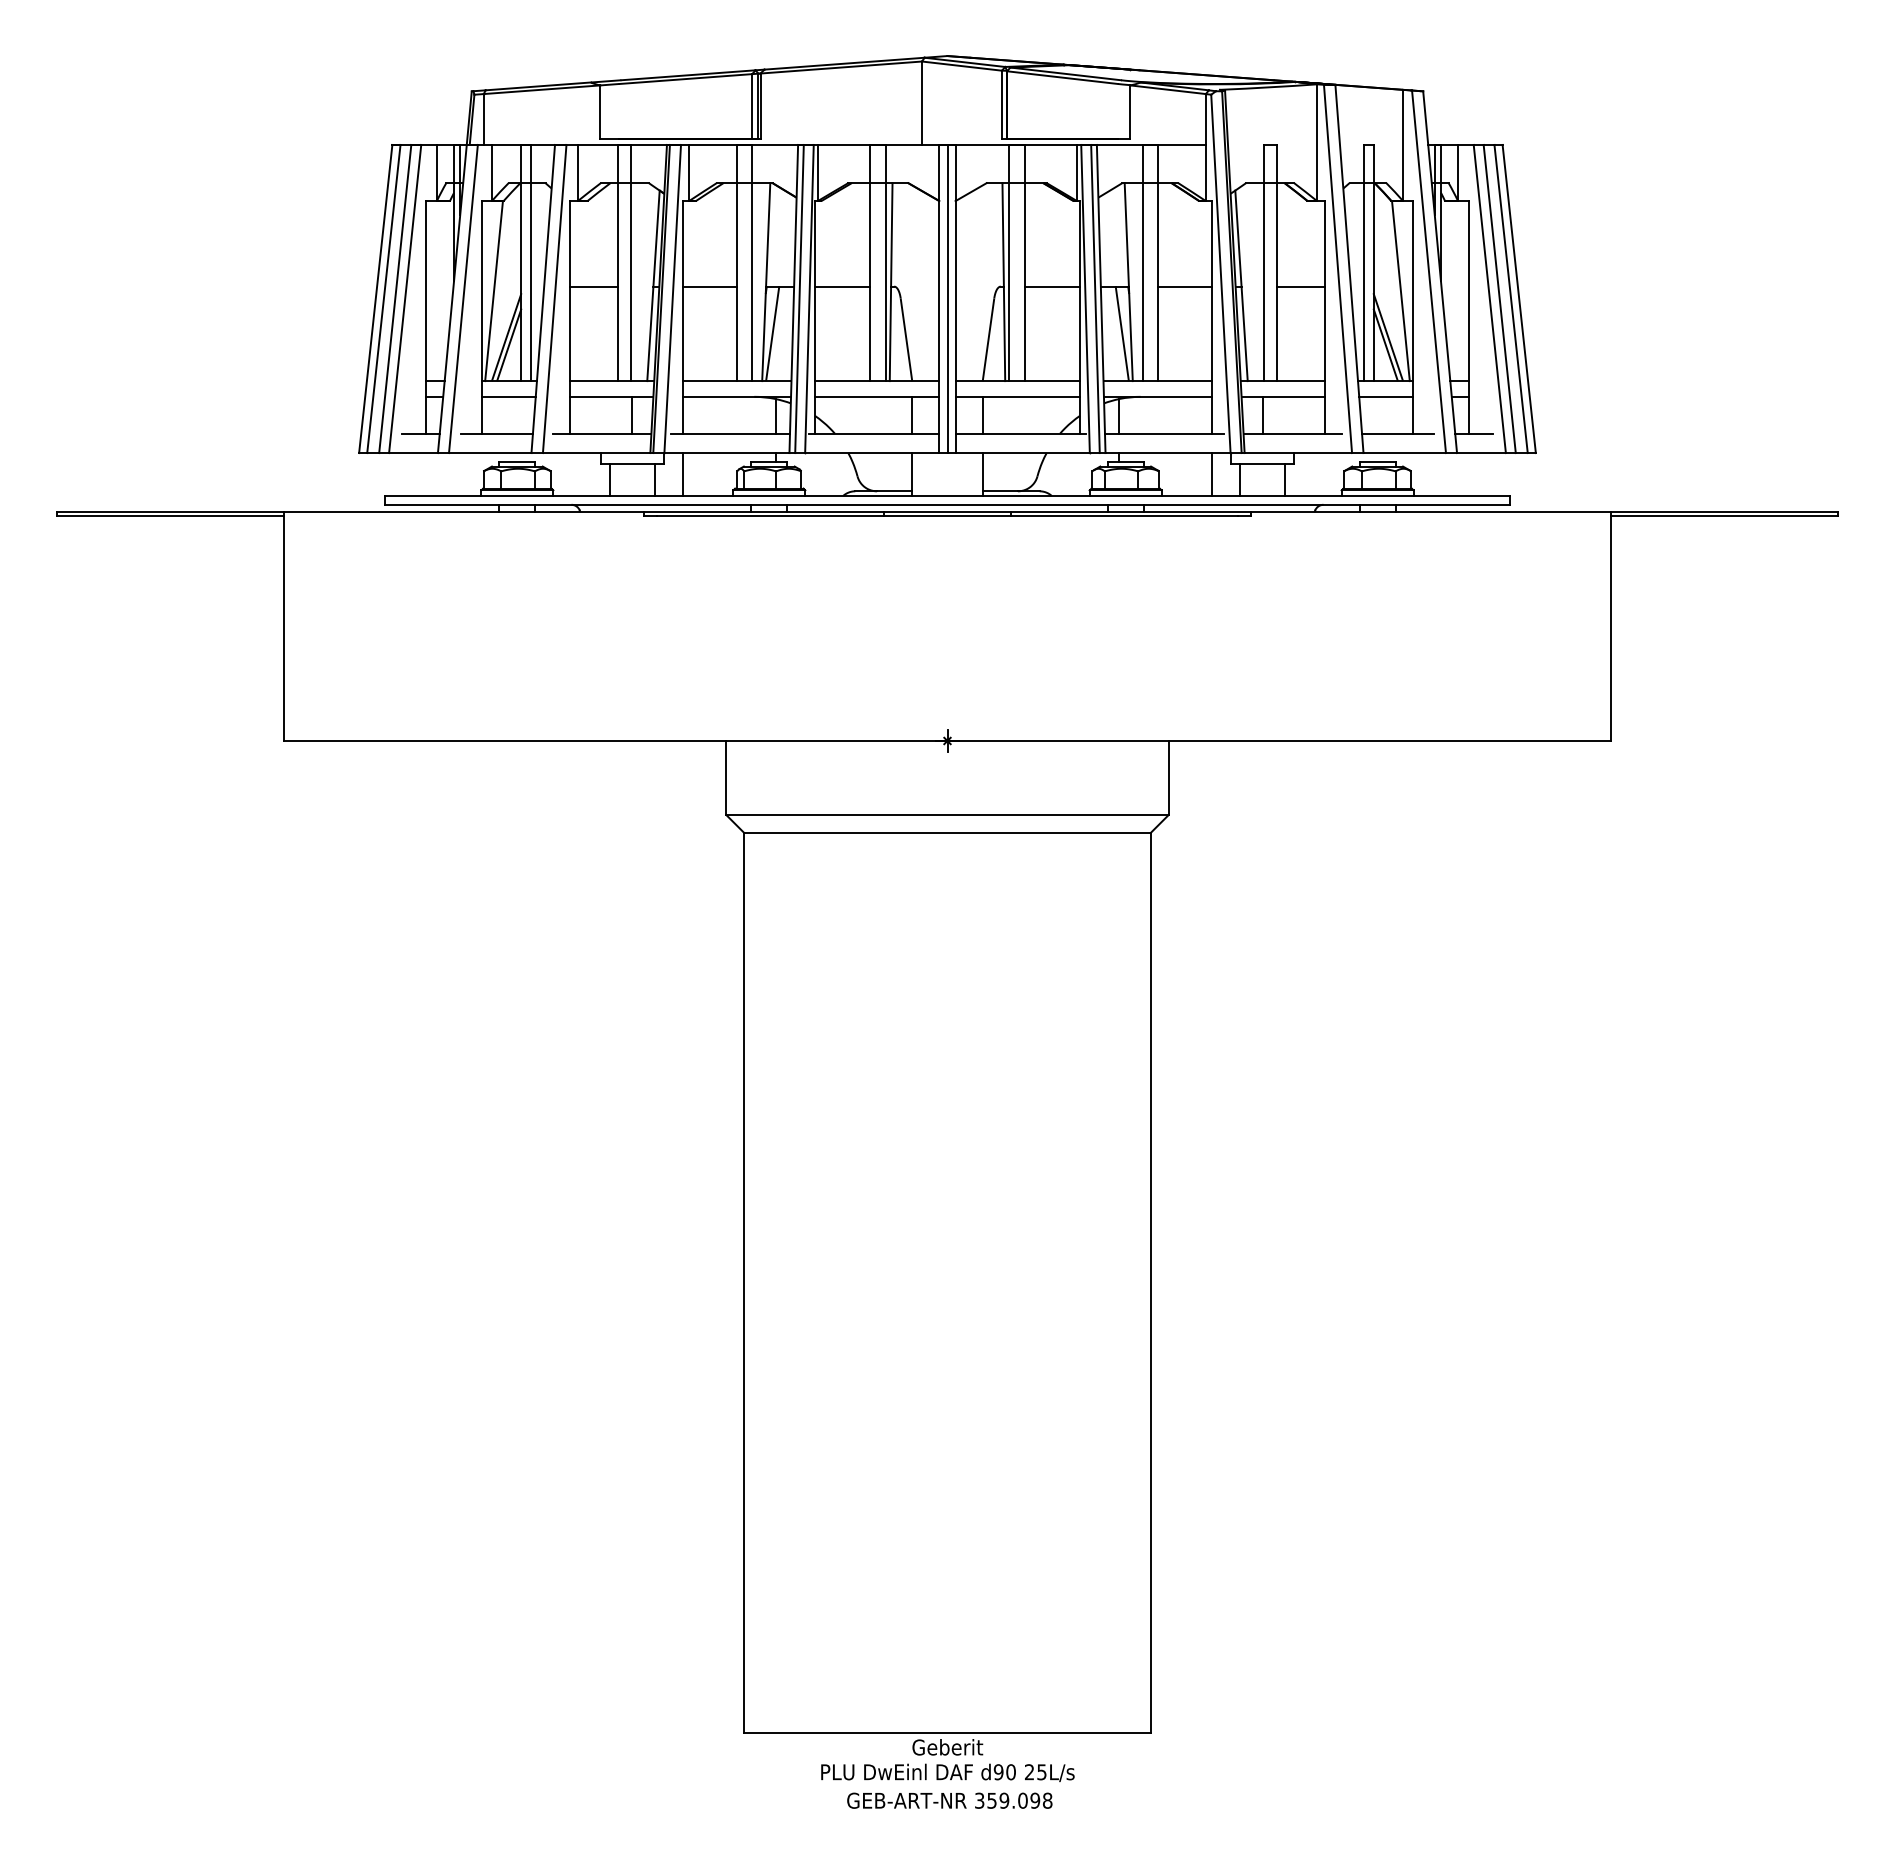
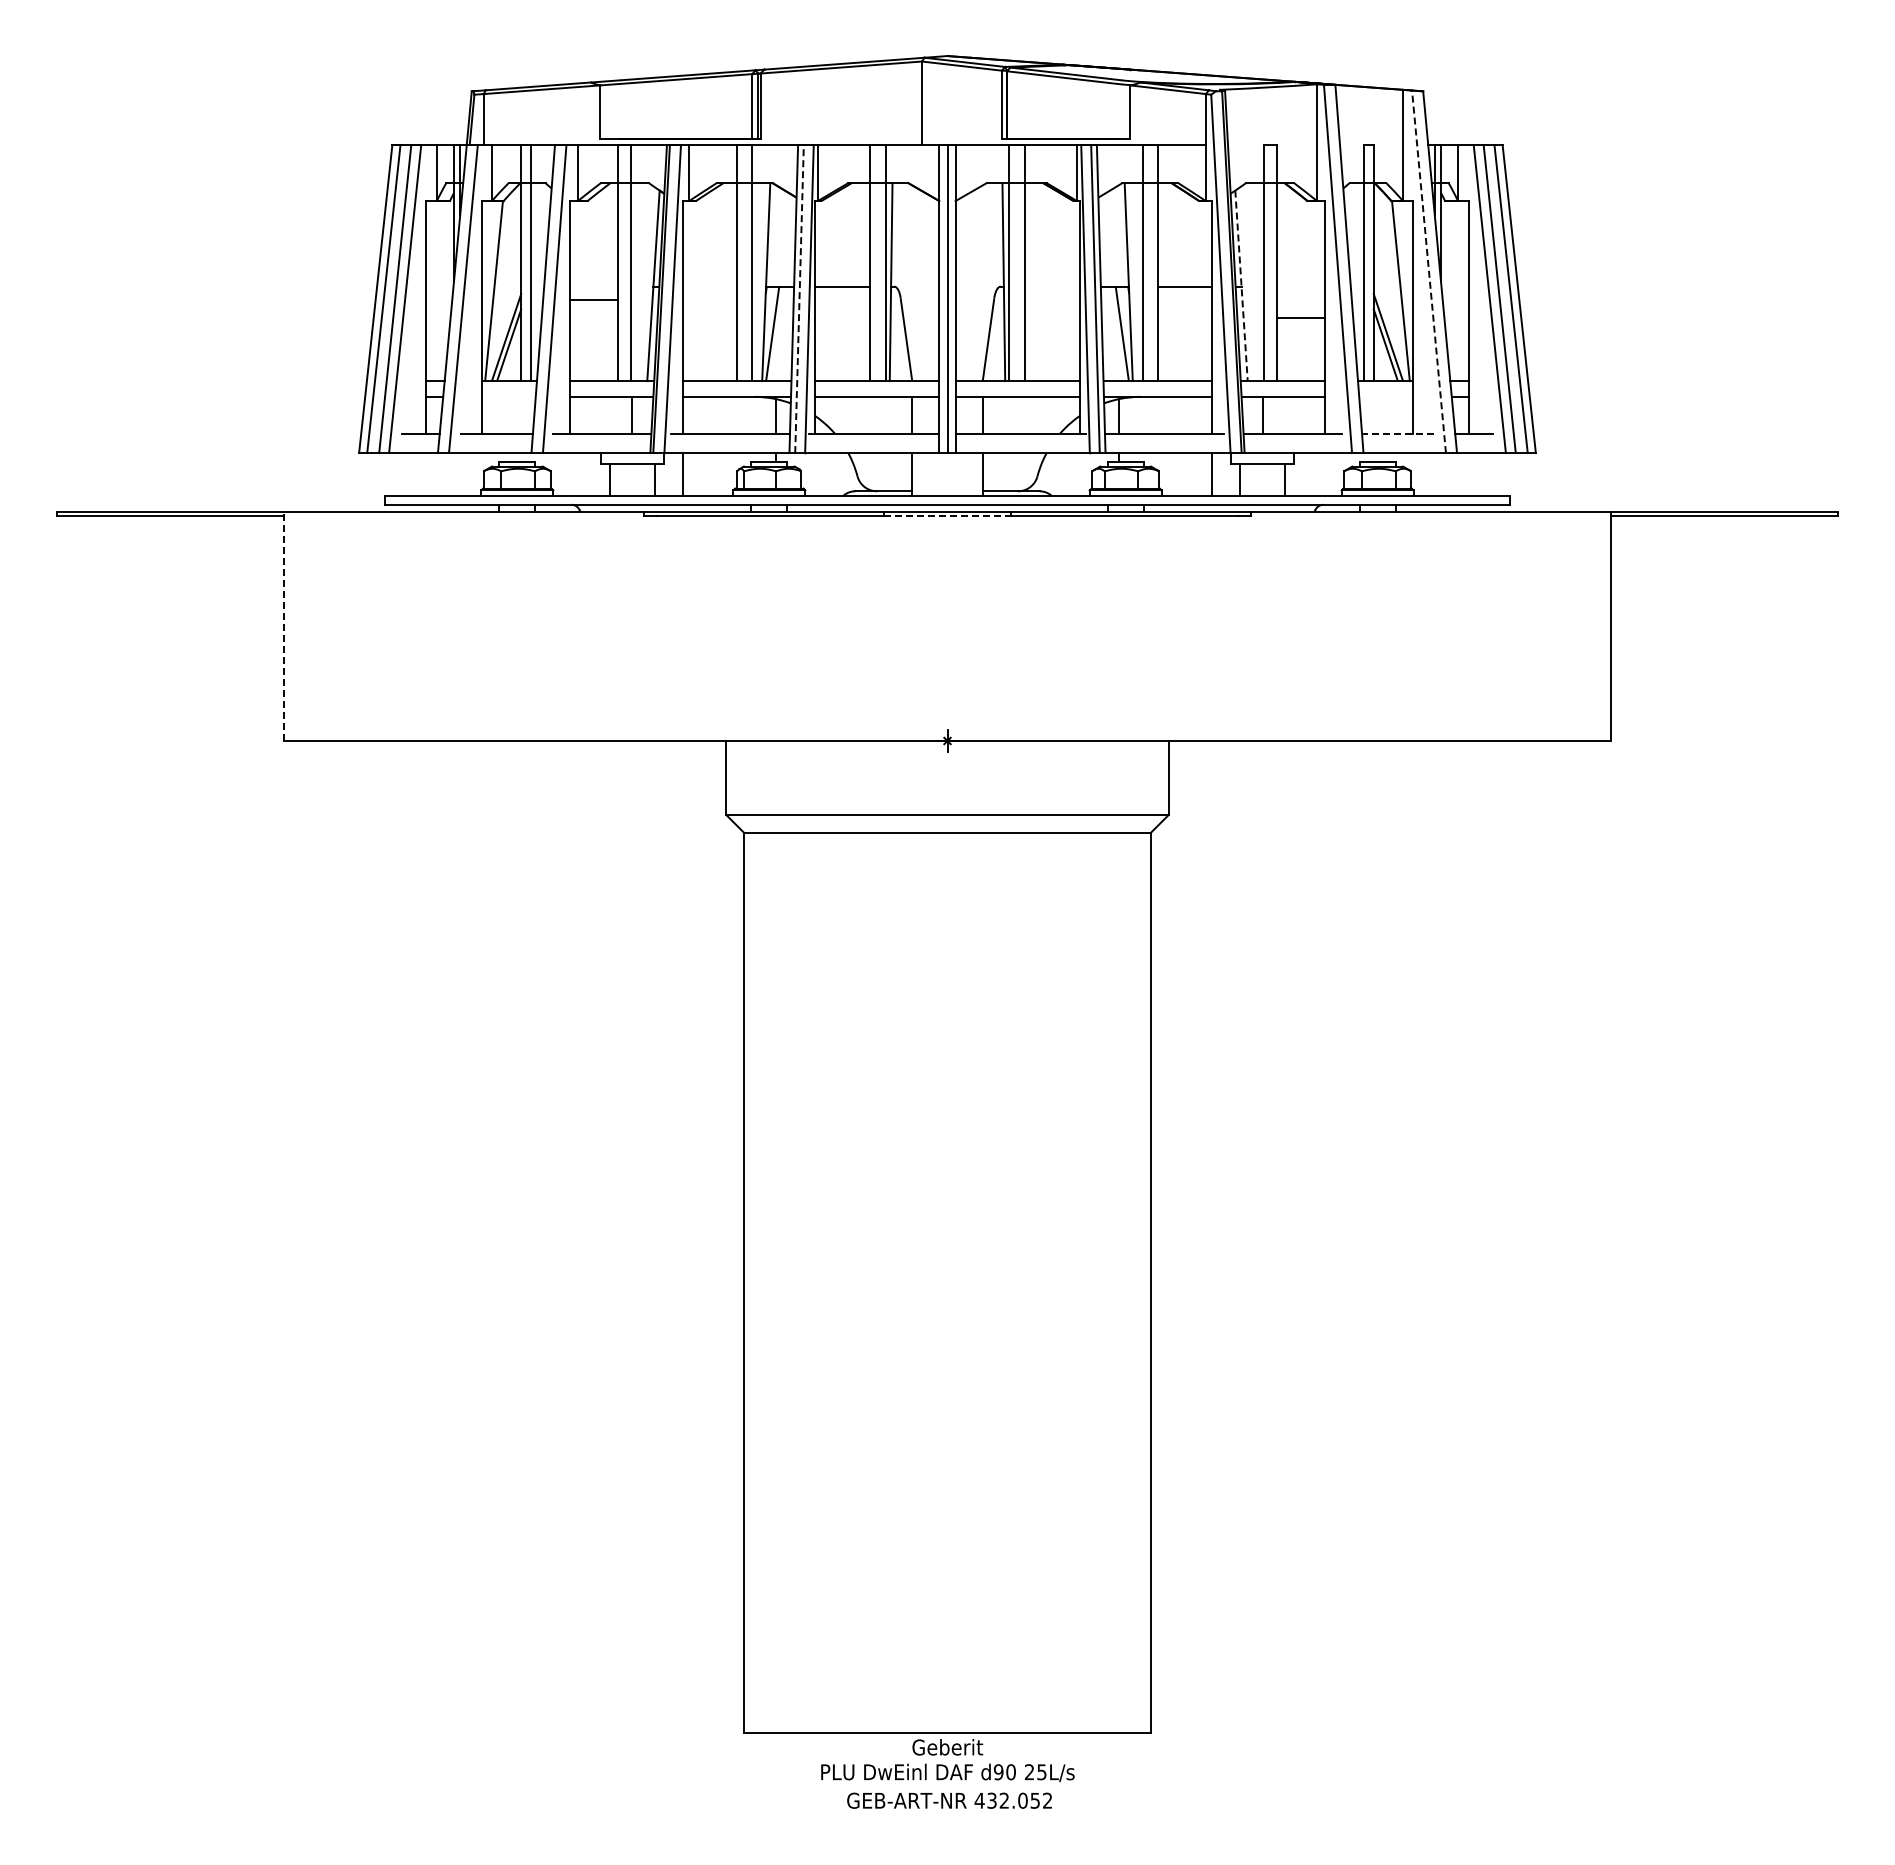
line at (1428, 271): solid -> dashed
line at (593, 286) position: (593, 286) -> (593, 299)
line at (709, 286): present -> none
line at (1051, 286): present -> none
line at (1241, 286): solid -> dashed
line at (1301, 286) position: (1301, 286) -> (1301, 317)
line at (799, 298): solid -> dashed
line at (508, 396): present -> none
line at (1385, 396): present -> none
line at (1397, 433): solid -> dashed
line at (947, 516): solid -> dashed
line at (283, 626): solid -> dashed
text at (1013, 1800): 359.098 -> 432.052
